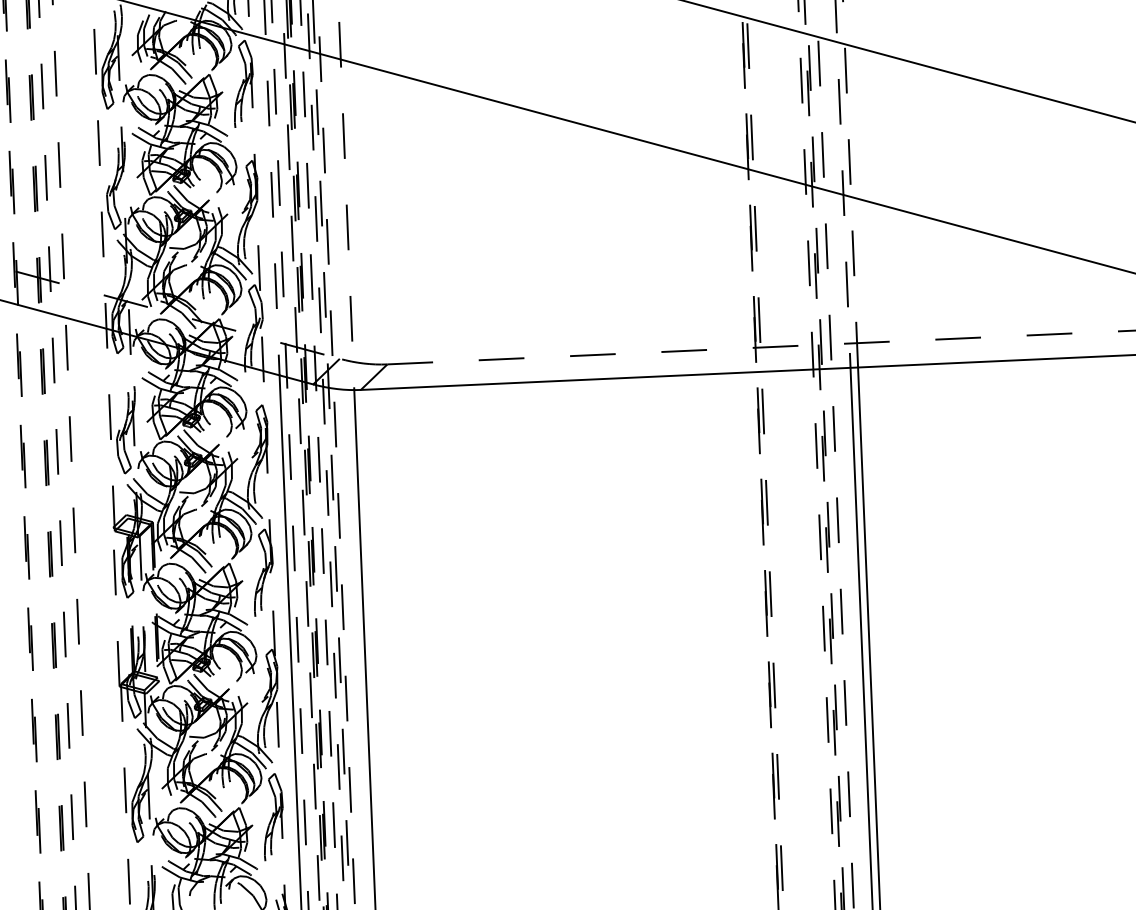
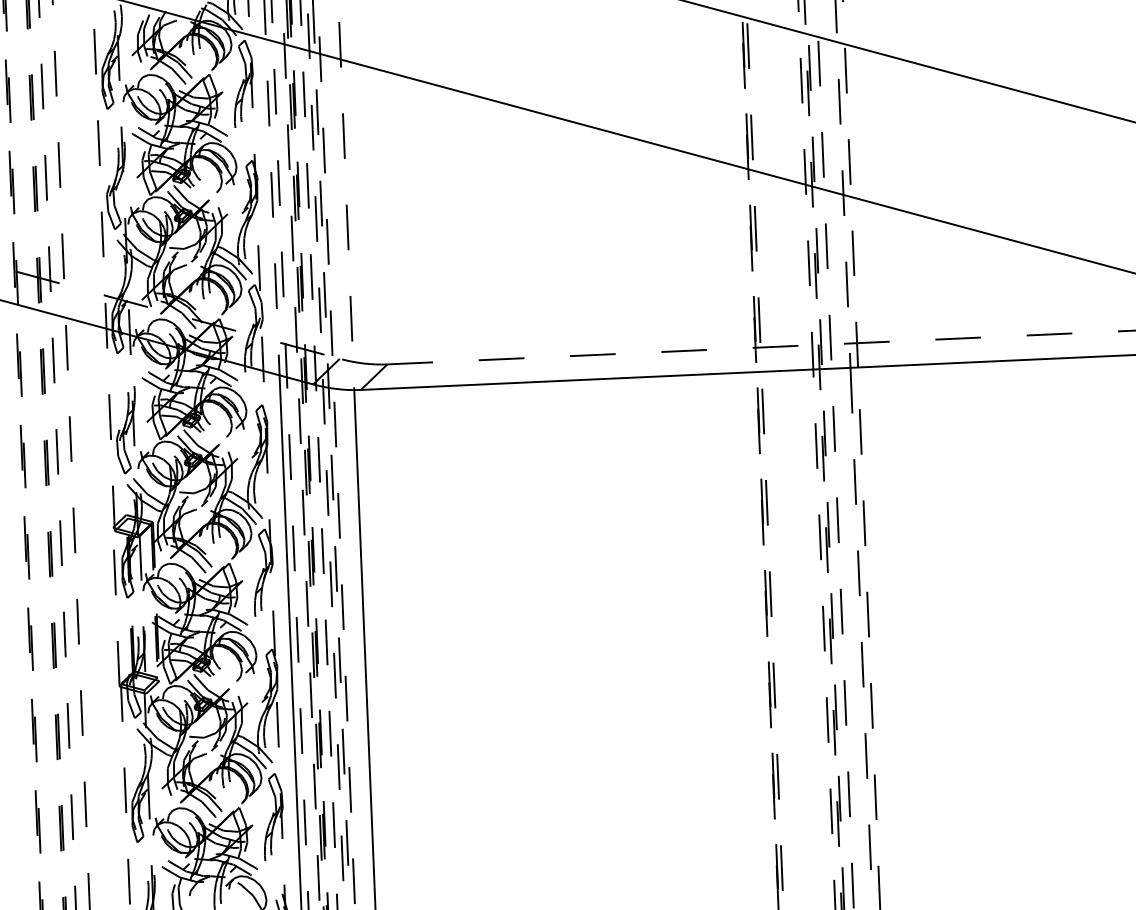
line at (861, 638): solid -> dashed
line at (869, 638): solid -> dashed
